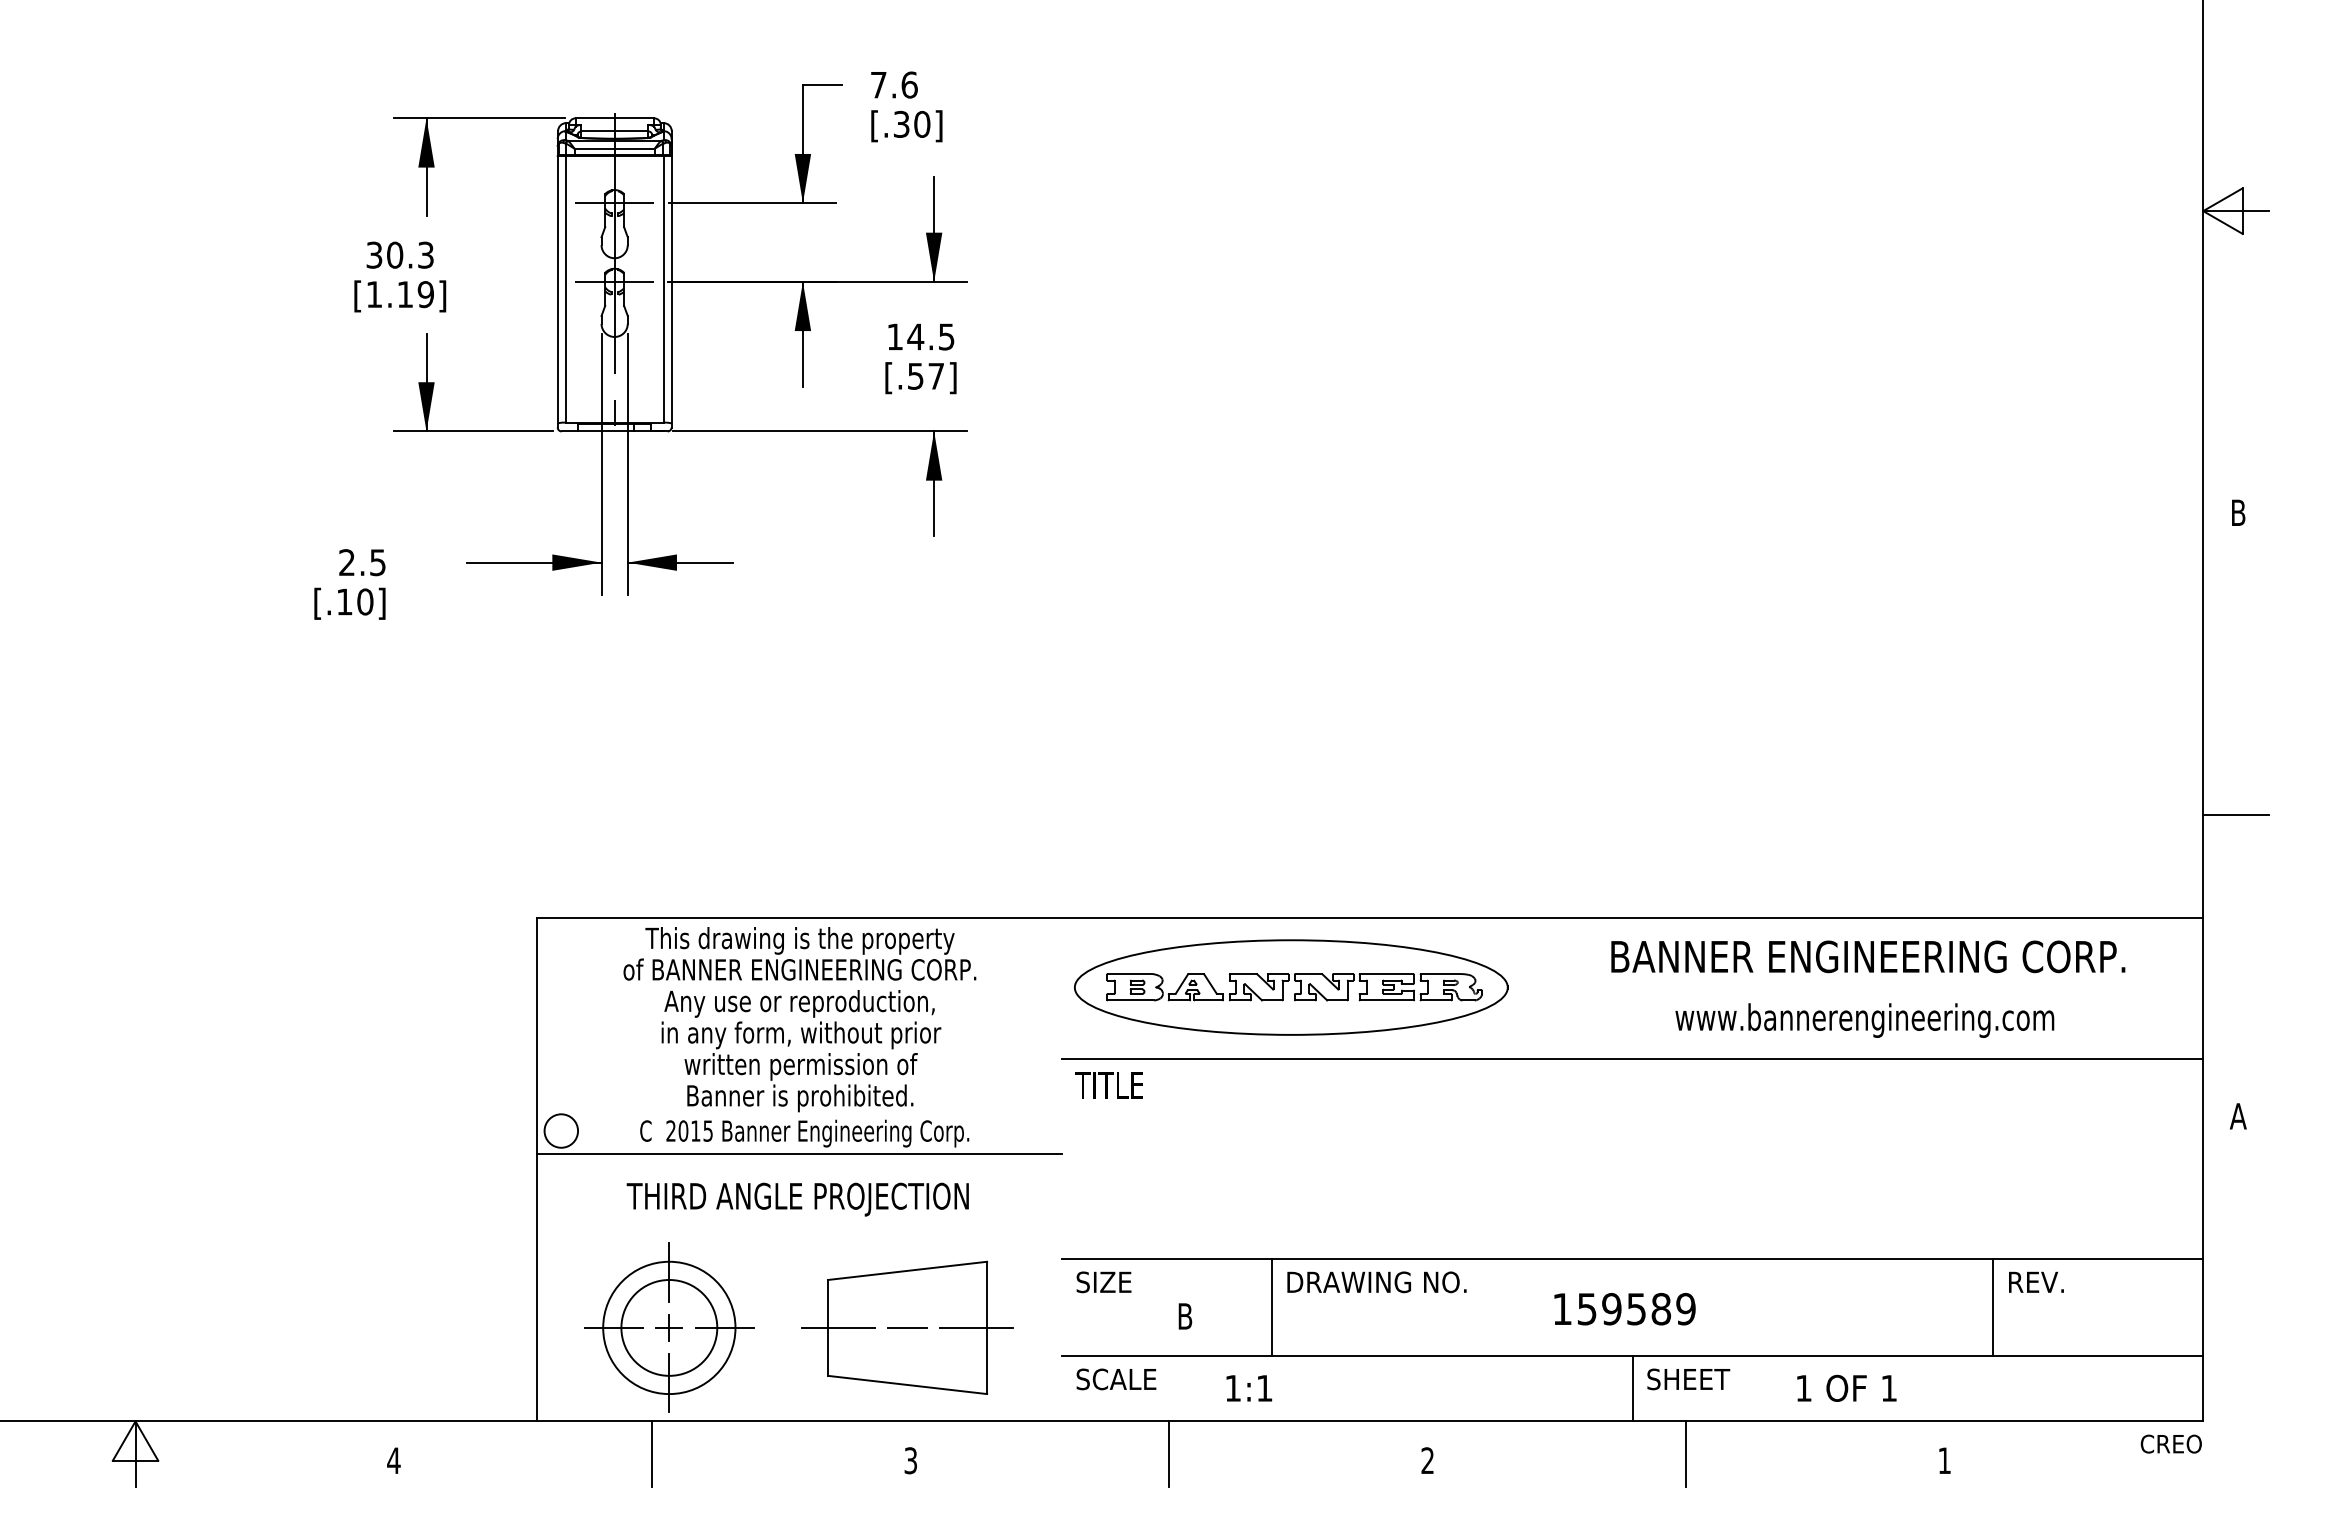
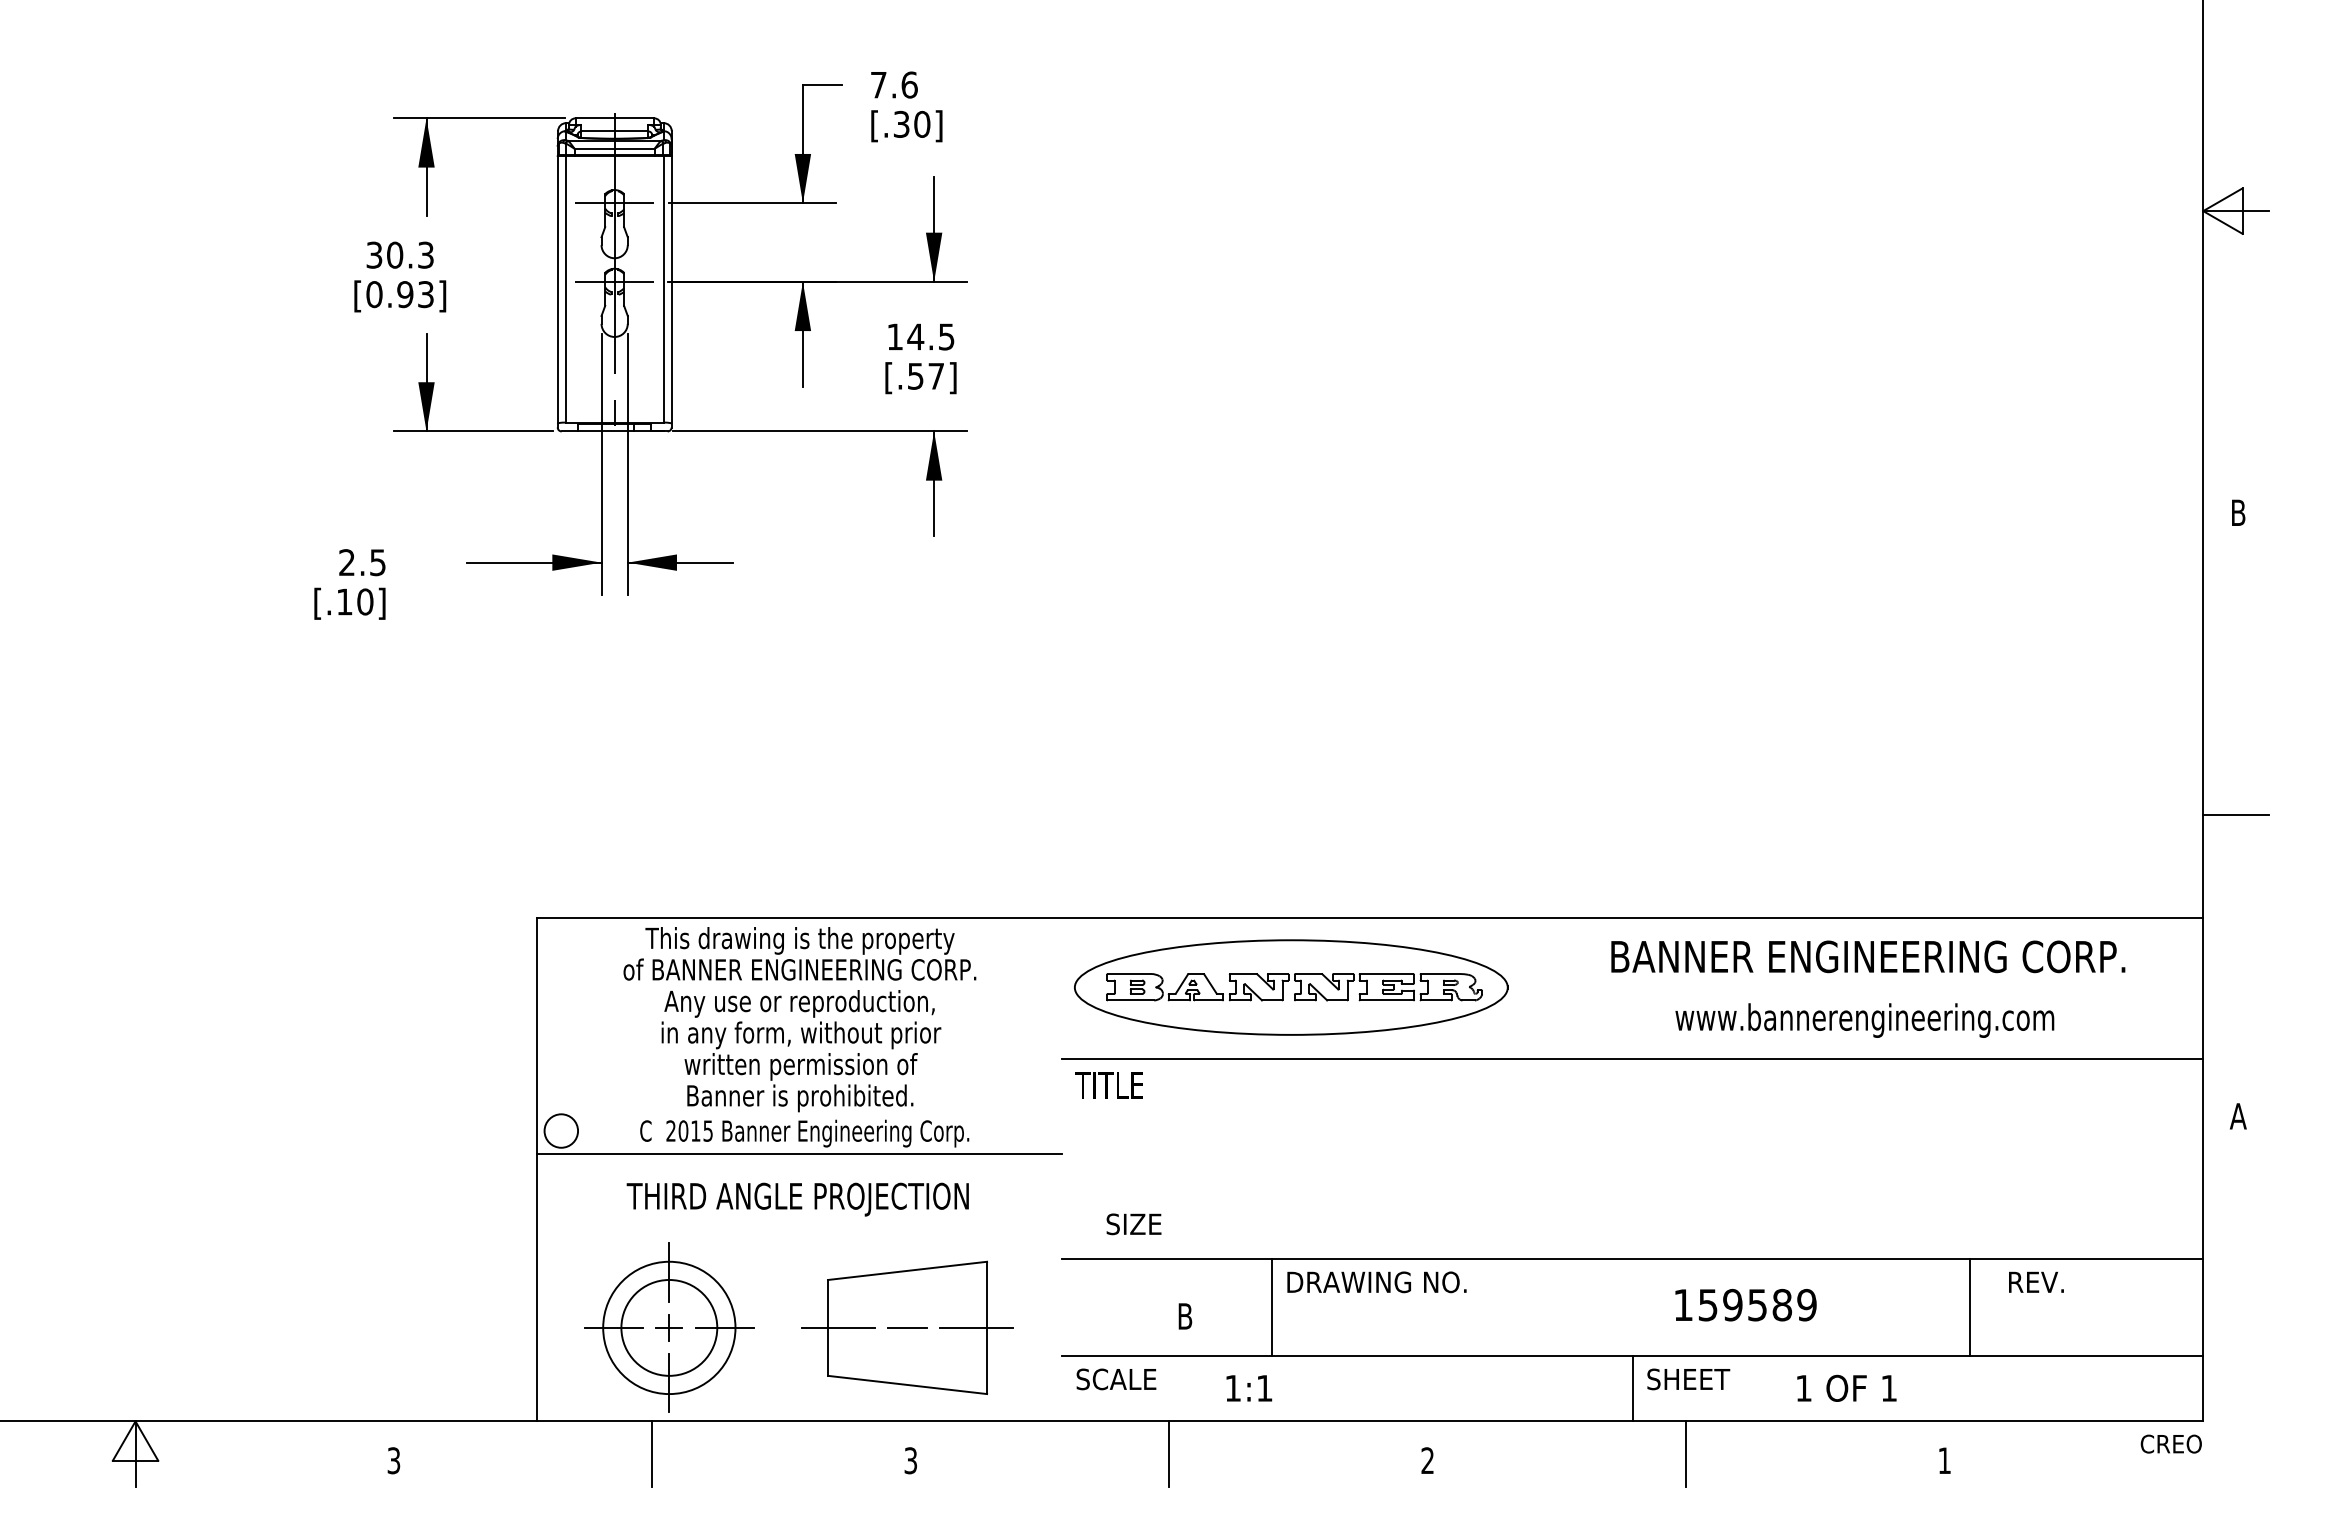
text at (399, 294): [1.19] -> [0.93]
text at (1103, 1282) position: (1103, 1282) -> (1133, 1224)
line at (1993, 1306) position: (1993, 1306) -> (1970, 1306)
text at (1624, 1309) position: (1624, 1309) -> (1745, 1305)
text at (393, 1460): 4 -> 3
